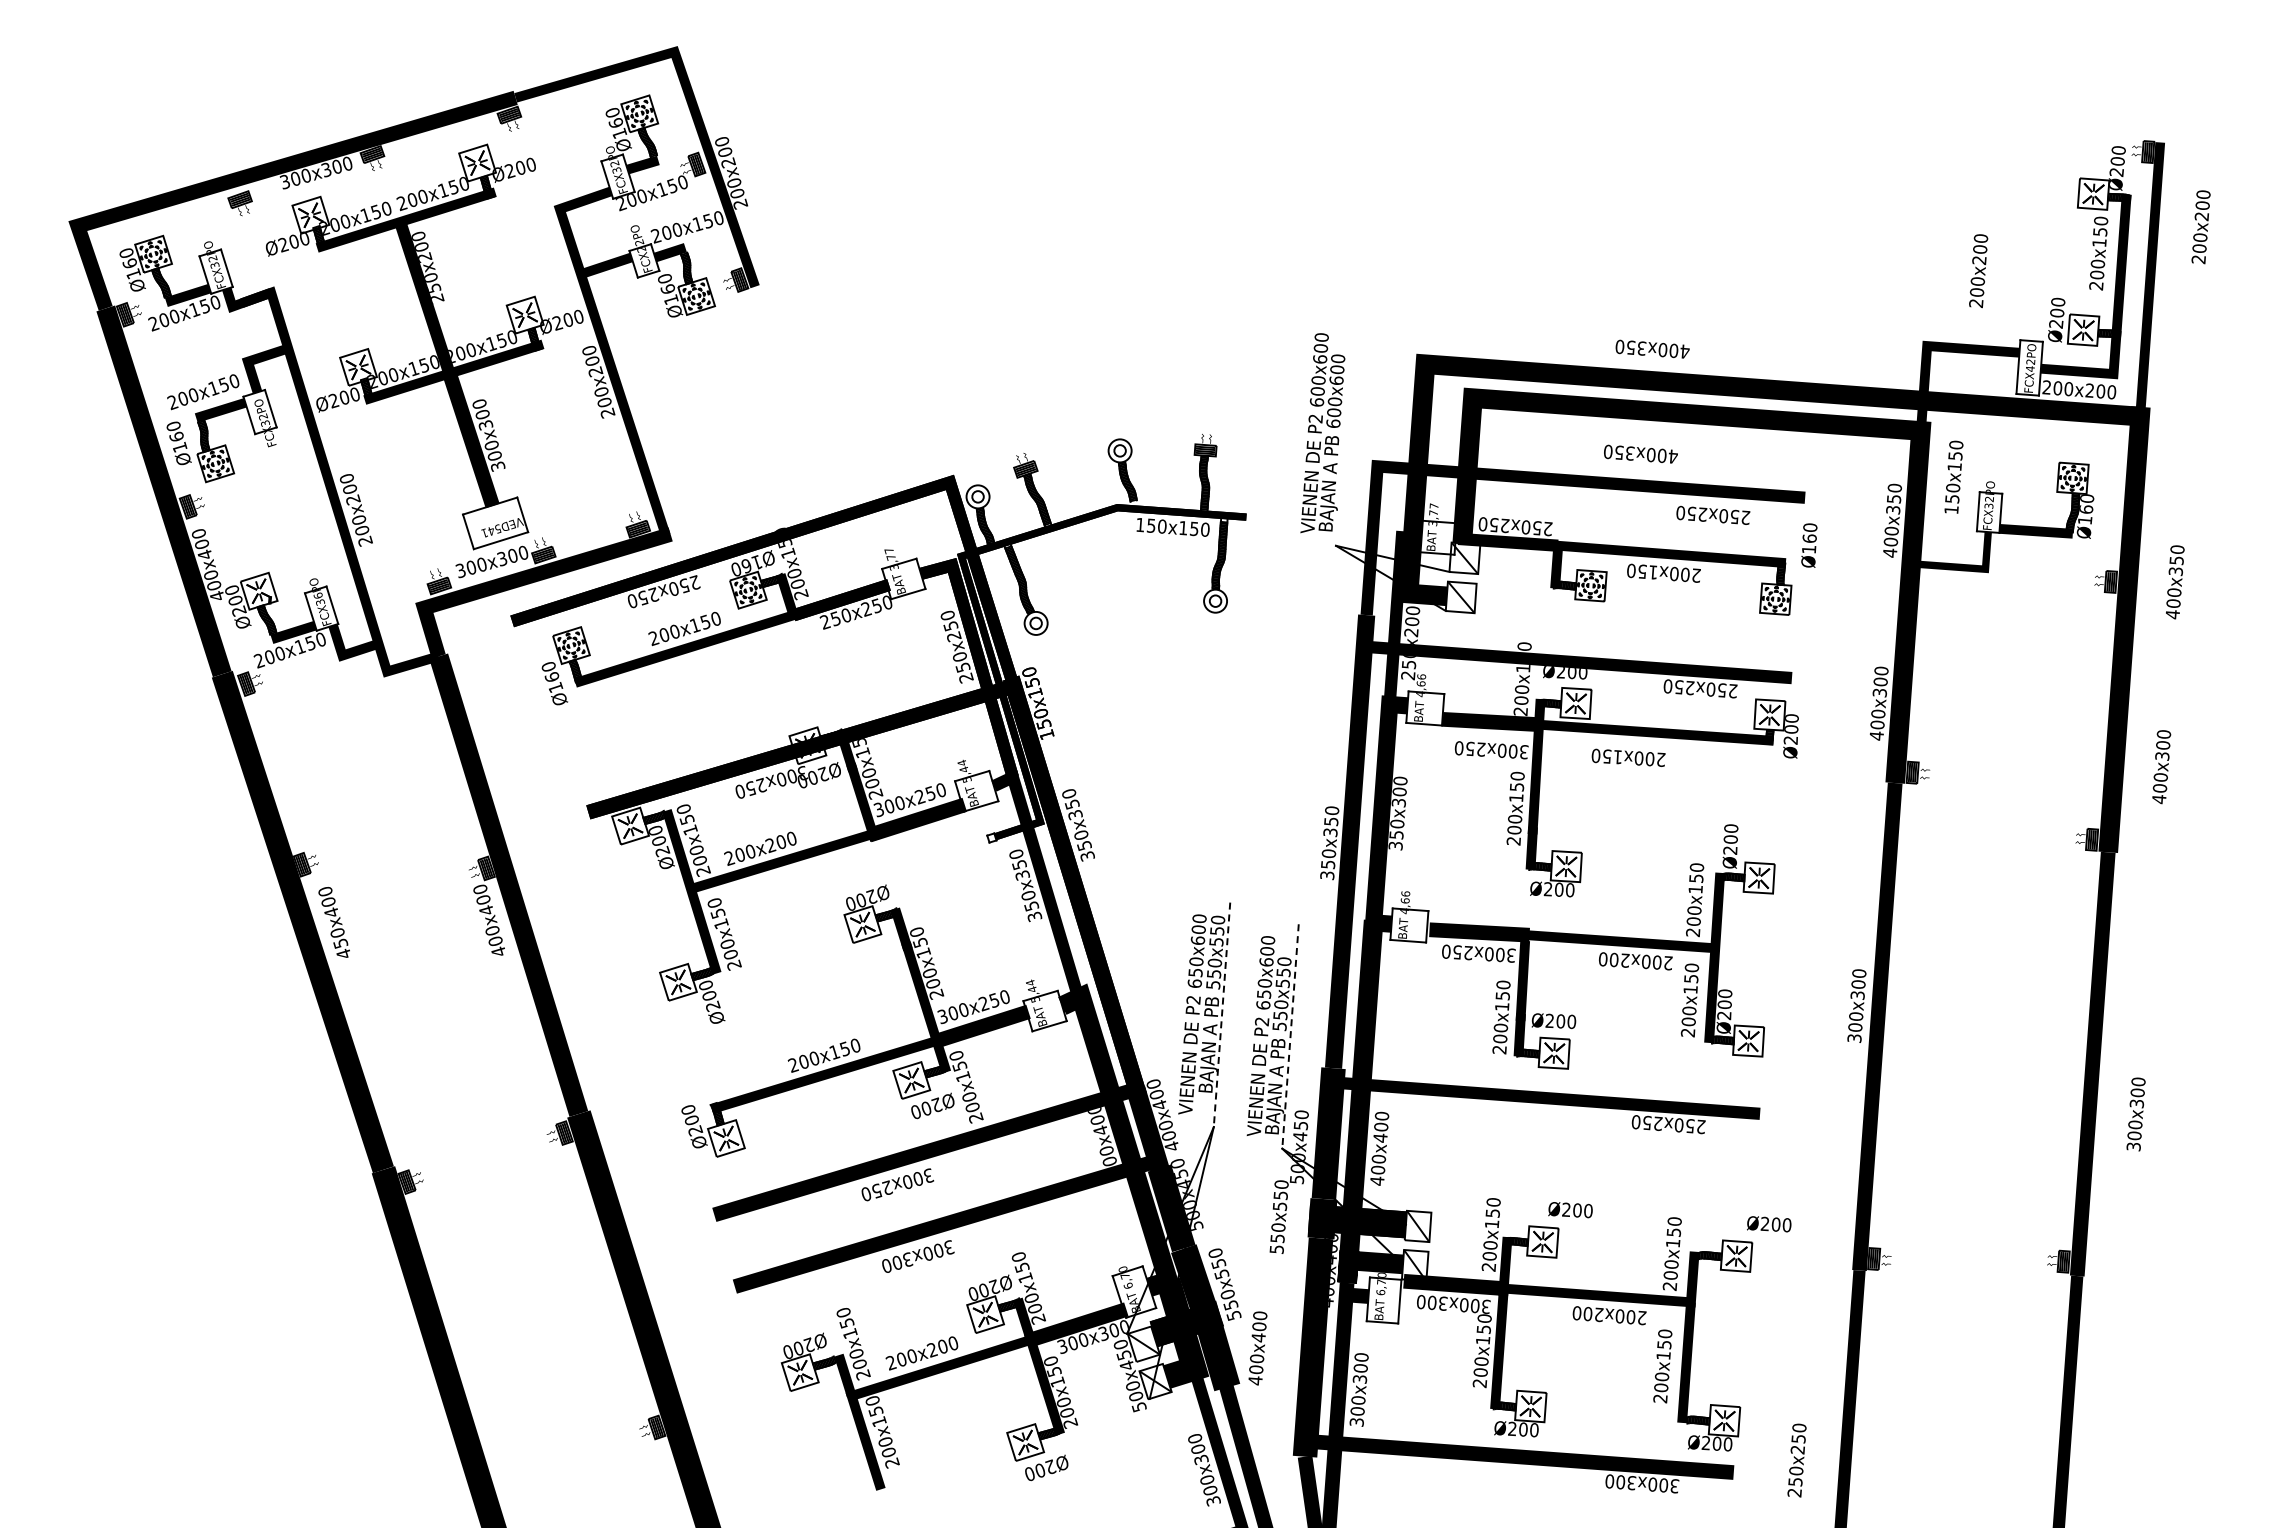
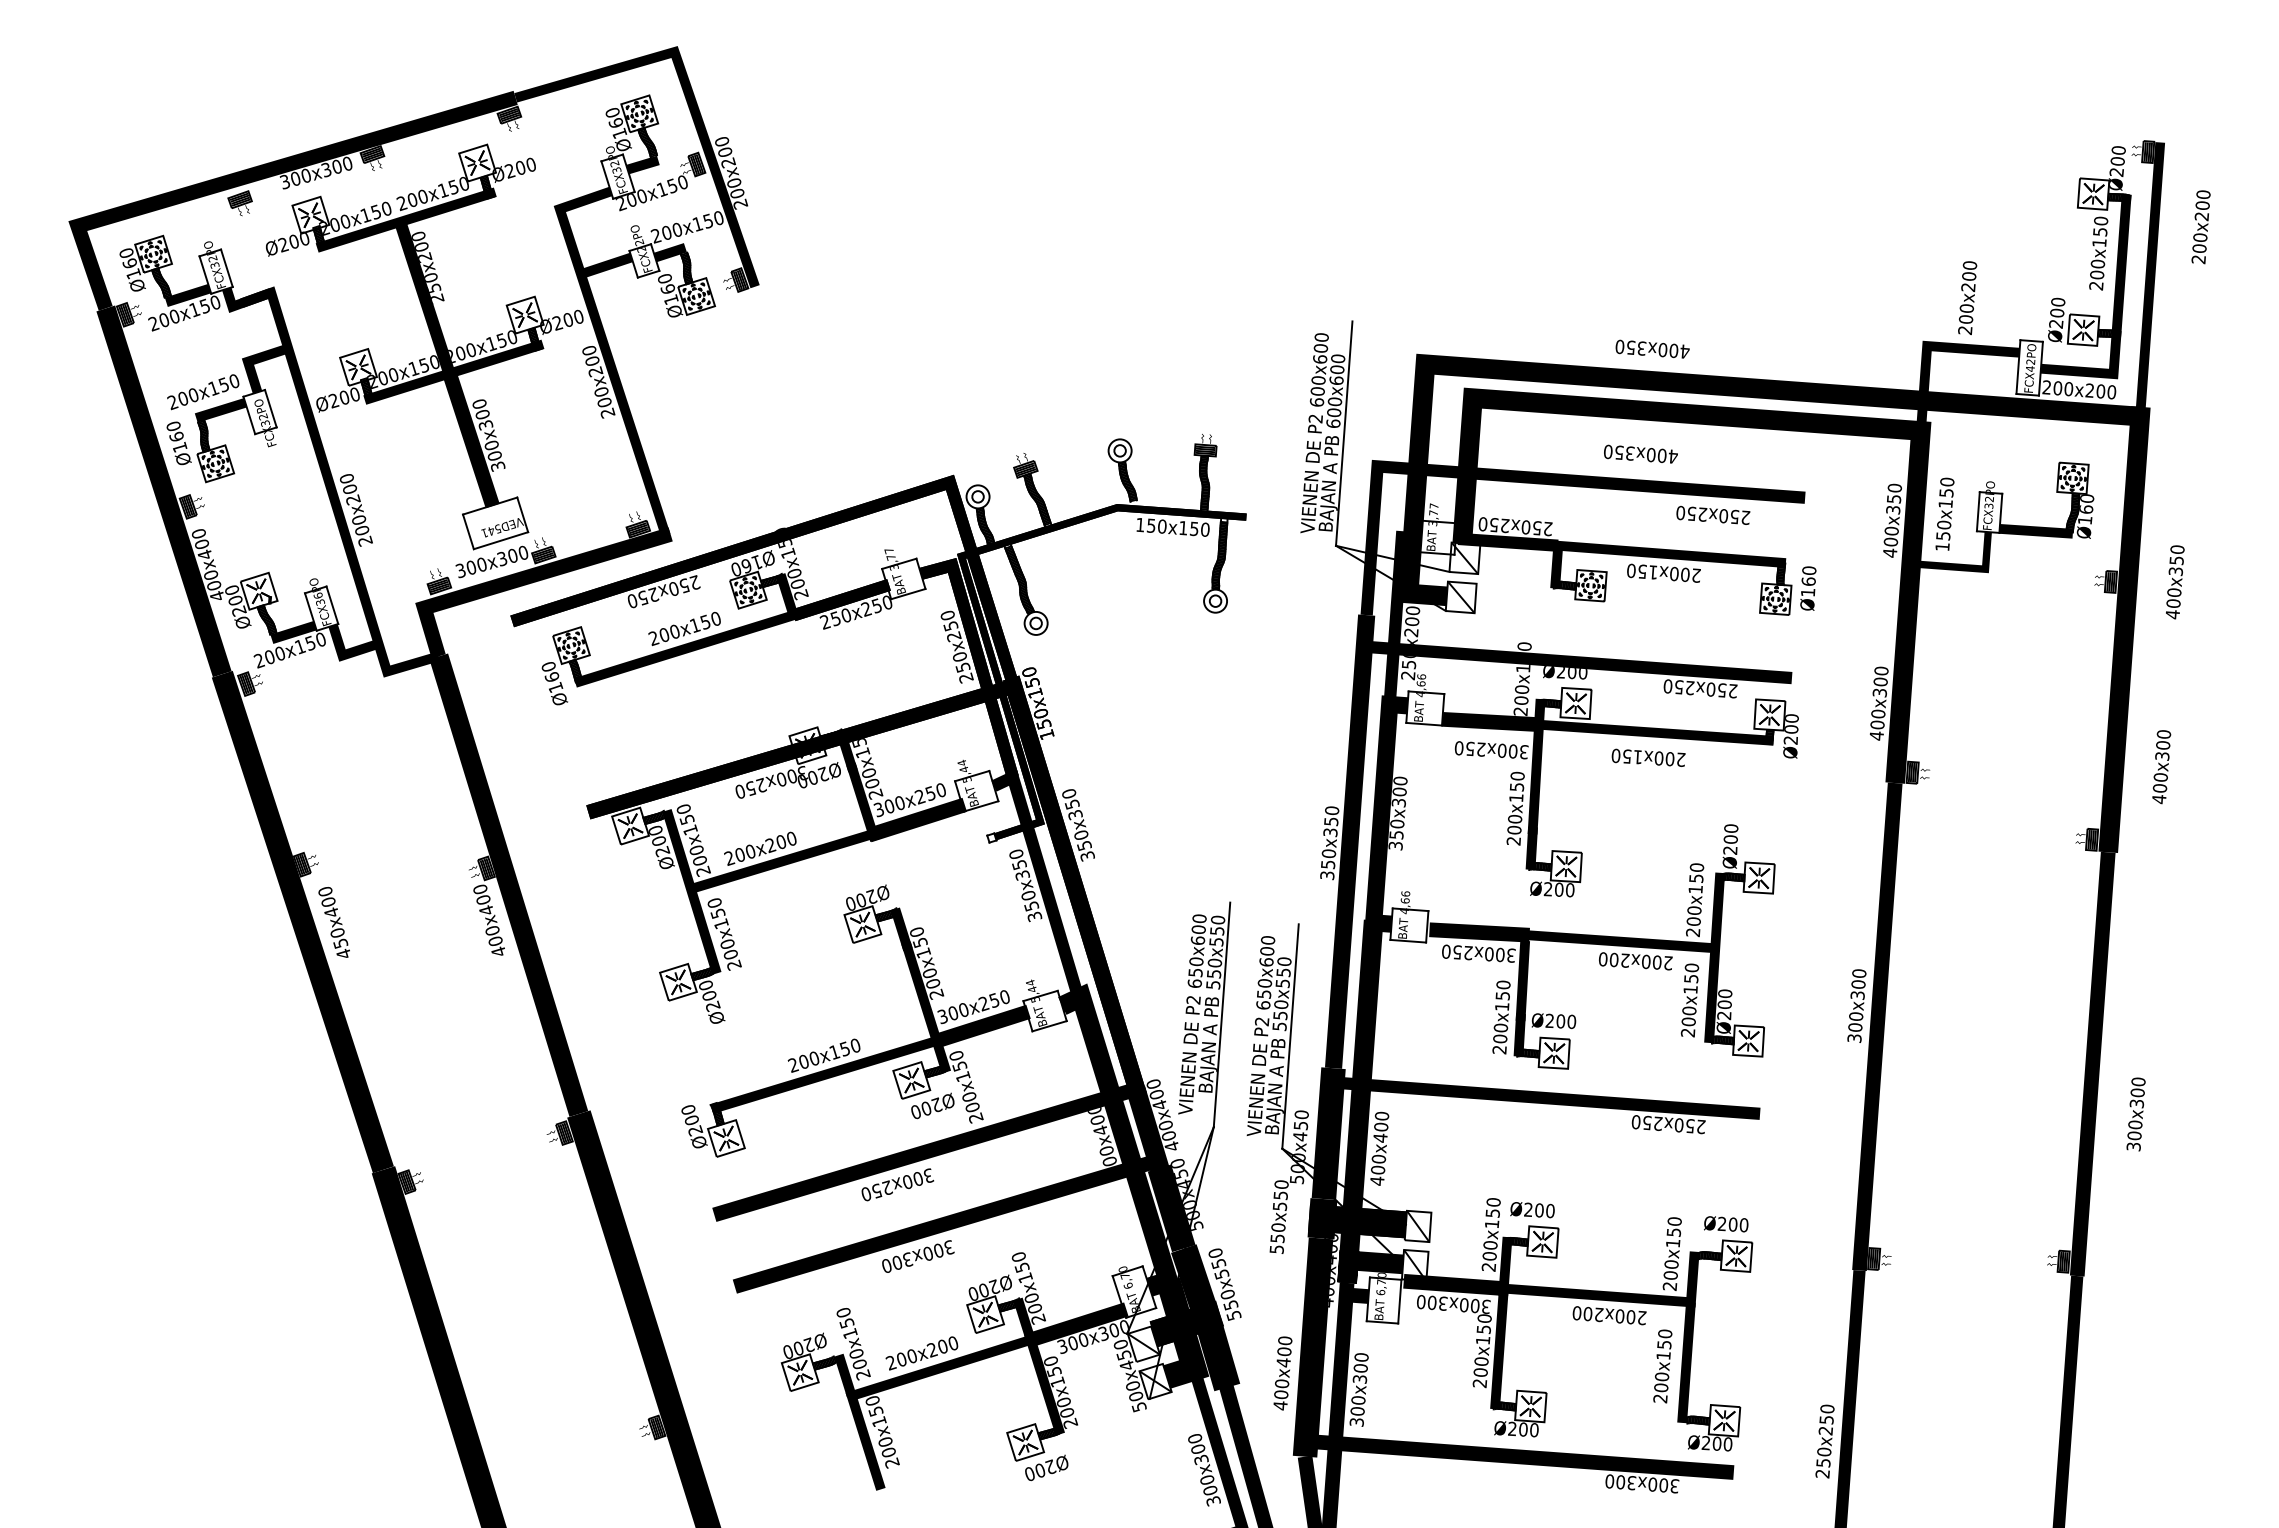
text at (1978, 271) position: (1978, 271) -> (1967, 298)
line at (1344, 433): none -> present
text at (1953, 476) position: (1953, 476) -> (1944, 513)
text at (1809, 545) position: (1809, 545) -> (1808, 588)
text at (1628, 757) position: (1628, 757) -> (1648, 757)
line at (1222, 1014): dashed -> solid
line at (1290, 1036): dashed -> solid
text at (1570, 1210) position: (1570, 1210) -> (1532, 1210)
text at (1769, 1224) position: (1769, 1224) -> (1726, 1224)
text at (1257, 1348) position: (1257, 1348) -> (1282, 1373)
text at (1796, 1460) position: (1796, 1460) -> (1824, 1441)
